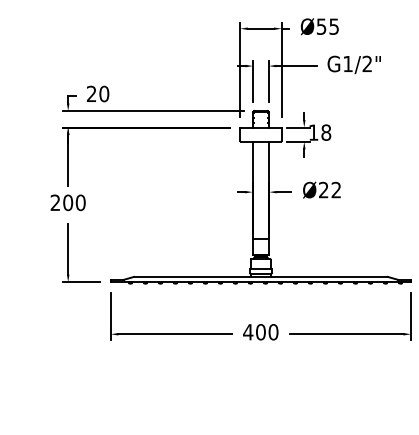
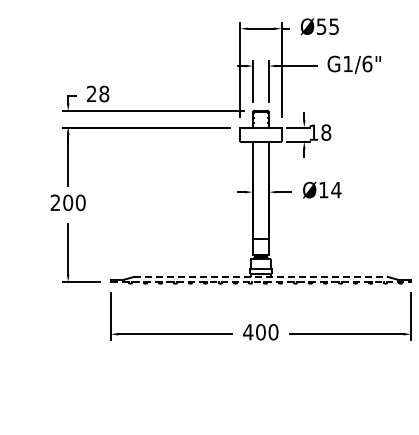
text at (367, 63): G1/2" -> G1/6"
text at (104, 93): 20 -> 28
text at (330, 189): Ø22 -> Ø14
line at (260, 276): solid -> dashed
line at (261, 282): solid -> dashed
